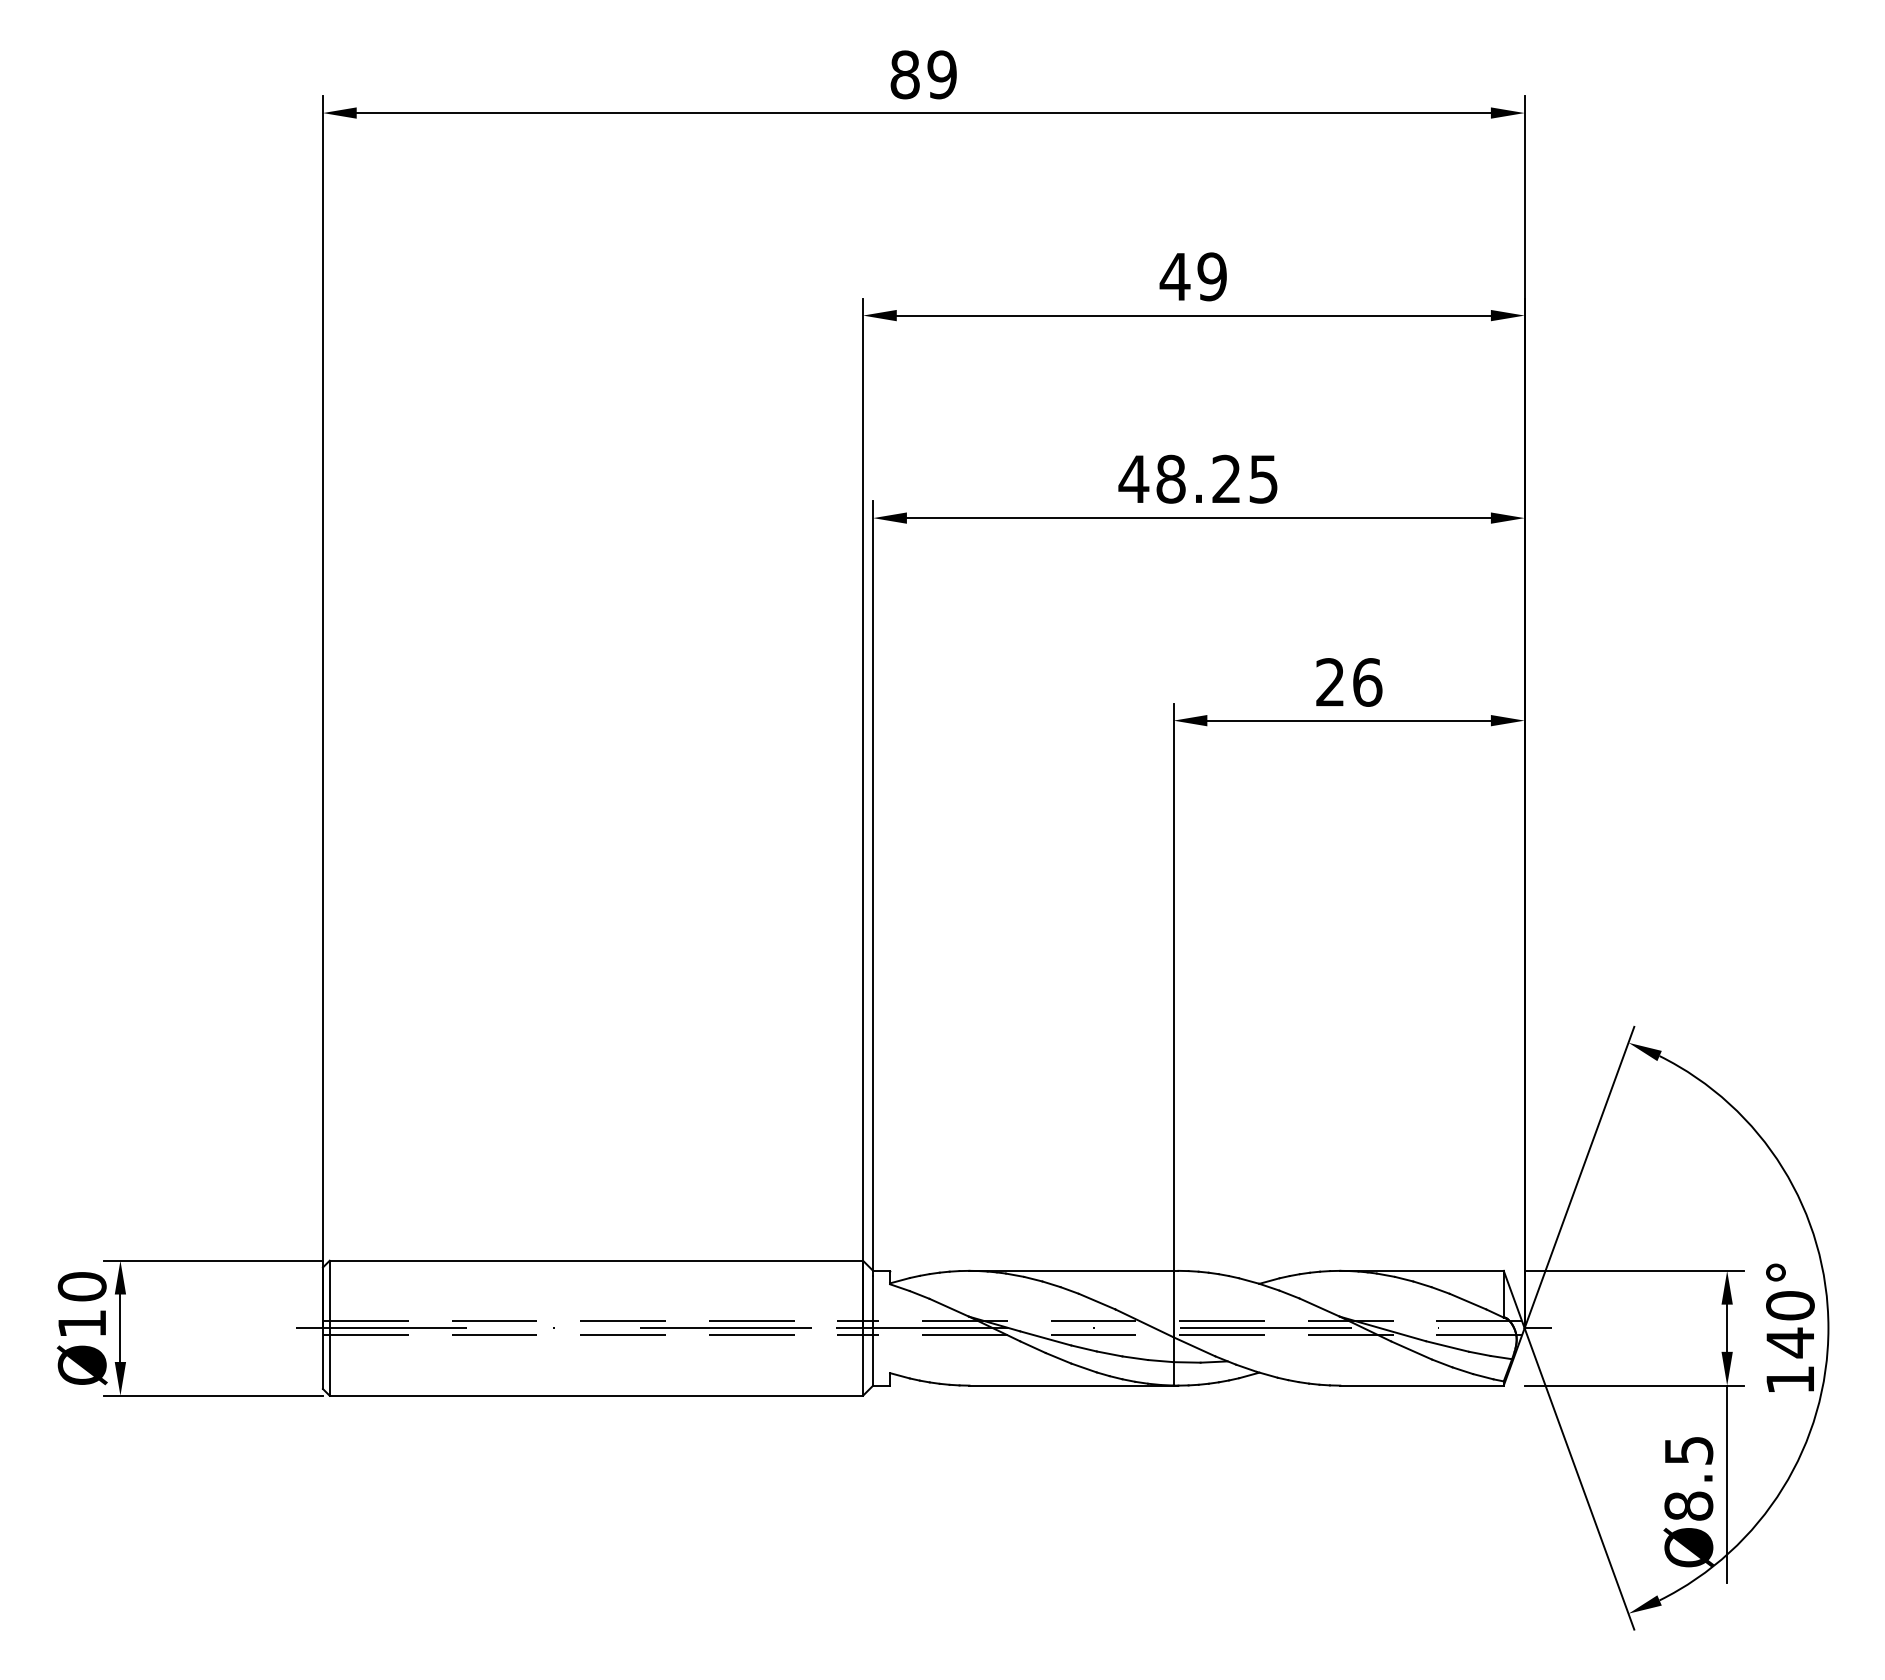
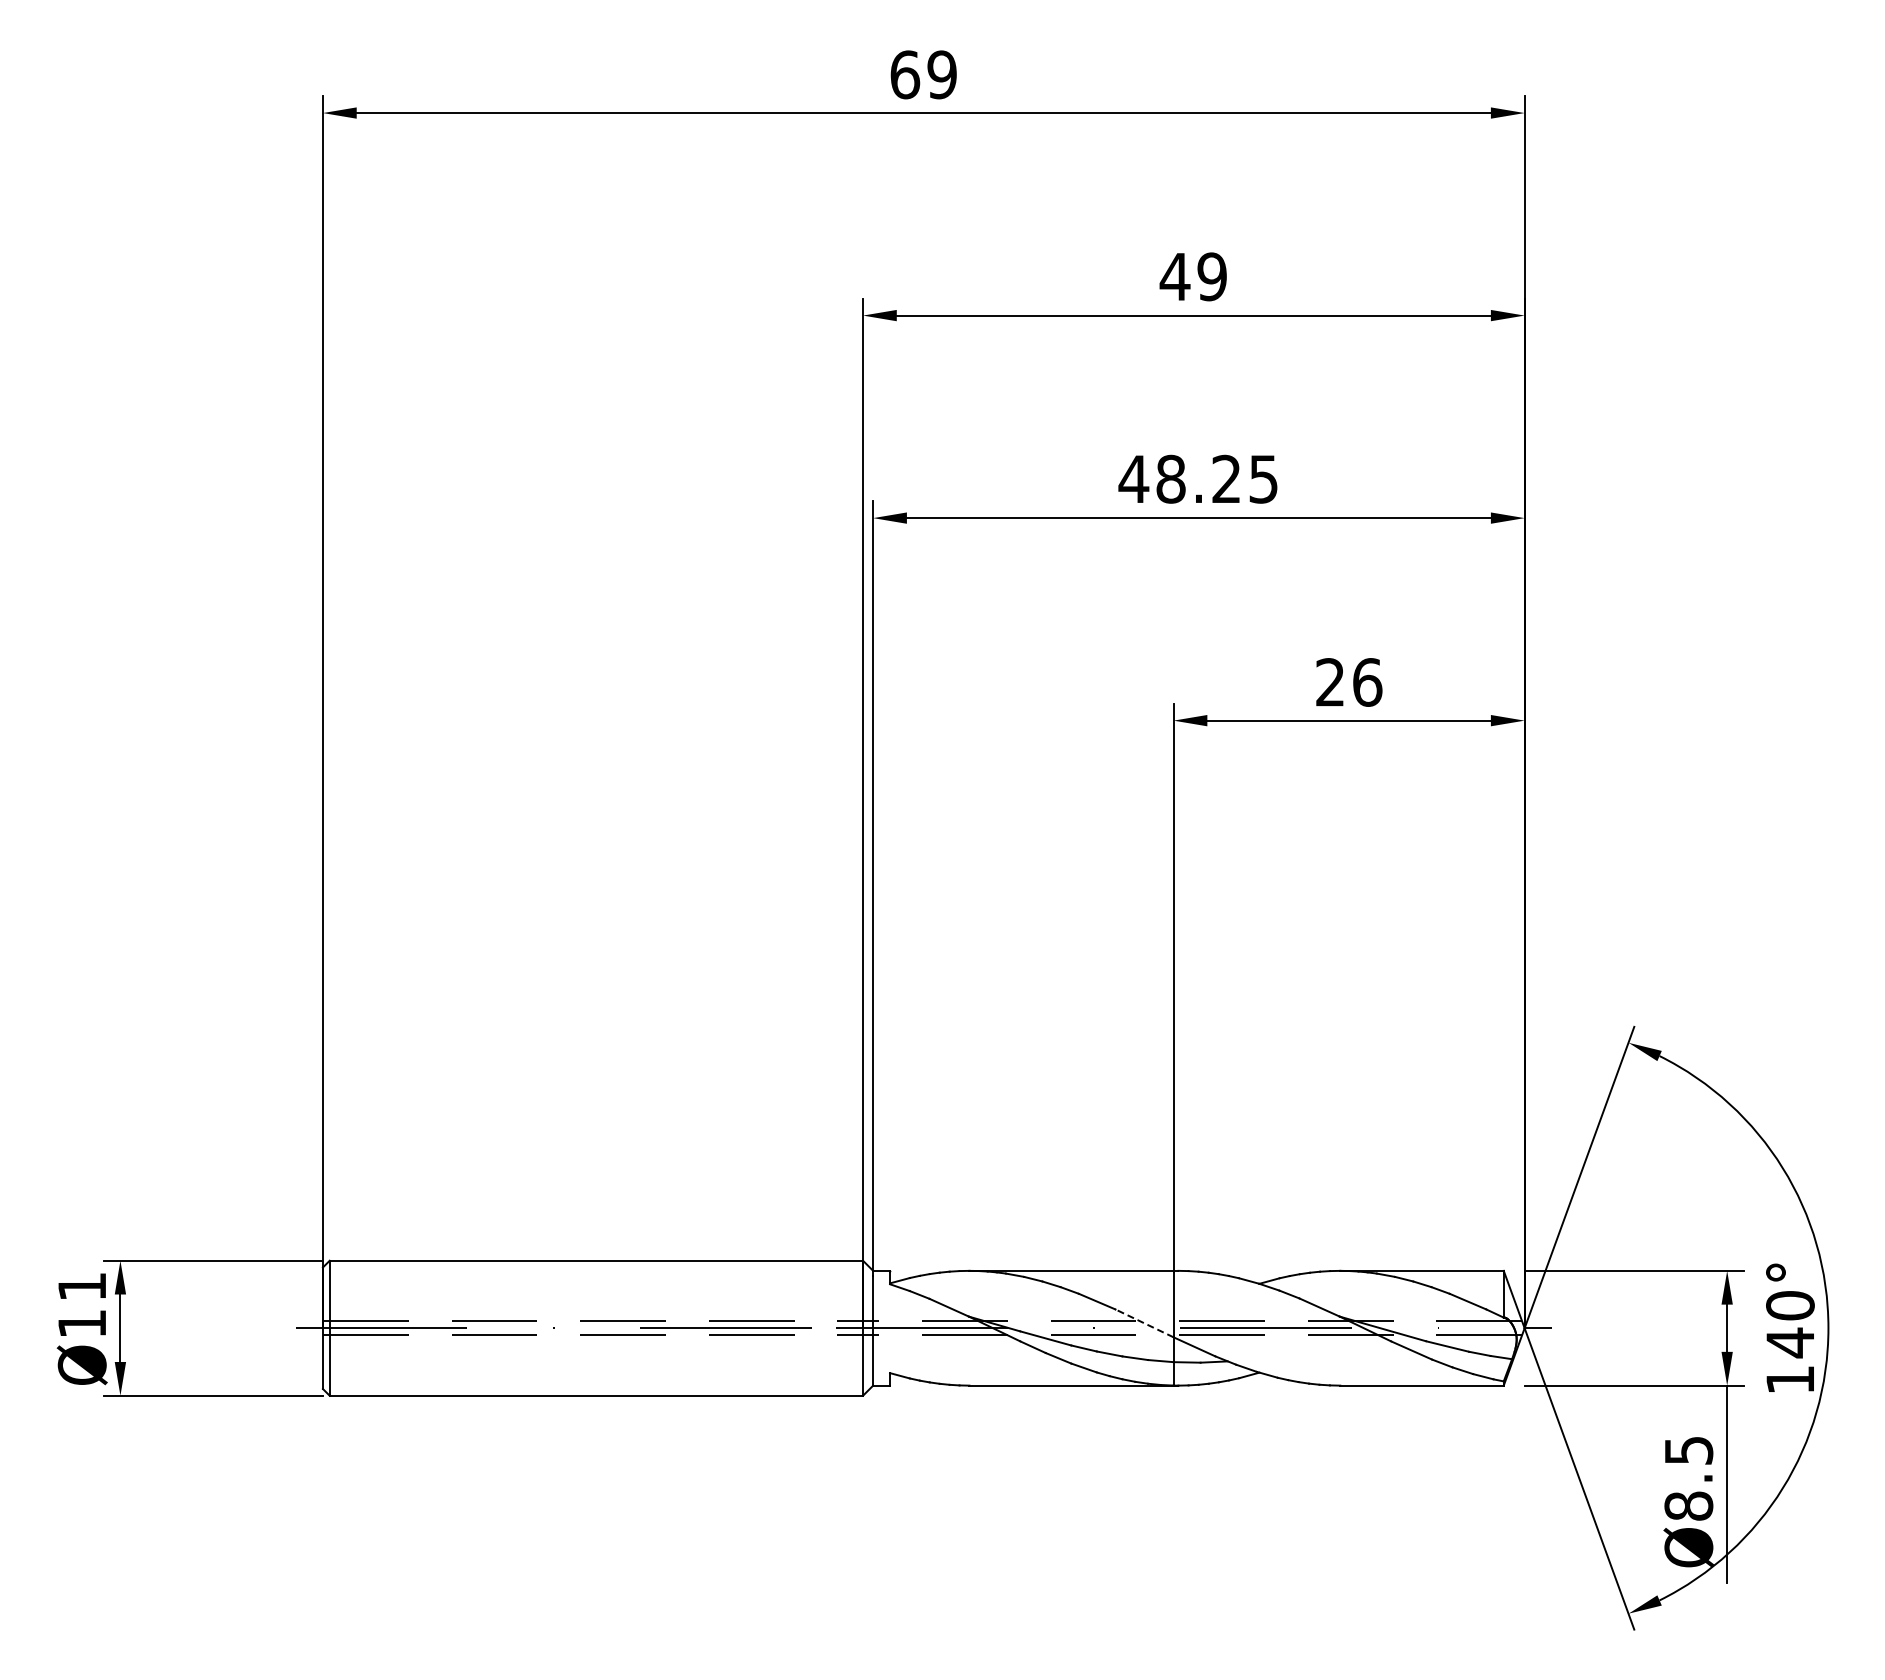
text at (905, 74): 89 -> 69
text at (81, 1286): Ø10 -> Ø11
line at (1144, 1323): solid -> dashed
